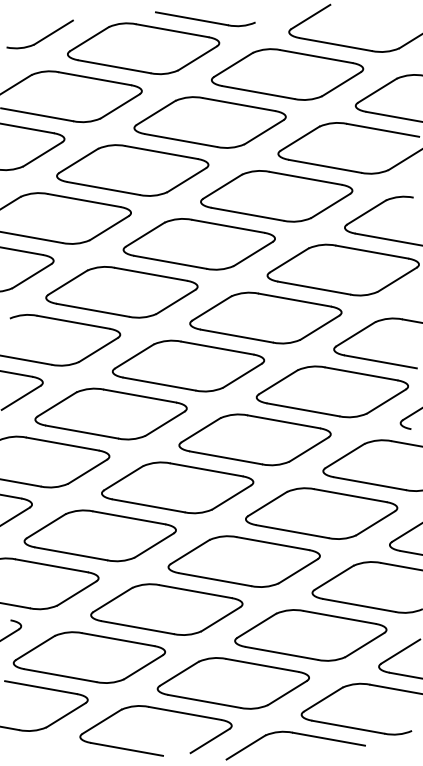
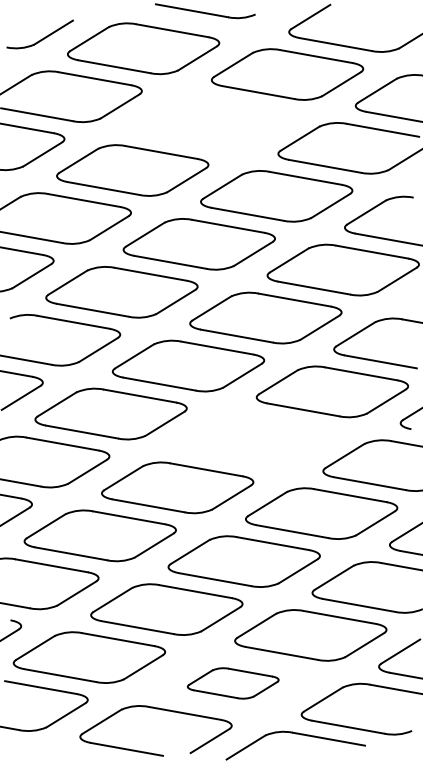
part at (205, 19) position: (205, 19) -> (205, 11)
part at (209, 122): present -> none
part at (254, 439): present -> none
part at (232, 683) size: 154x53 px -> 93x33 px
